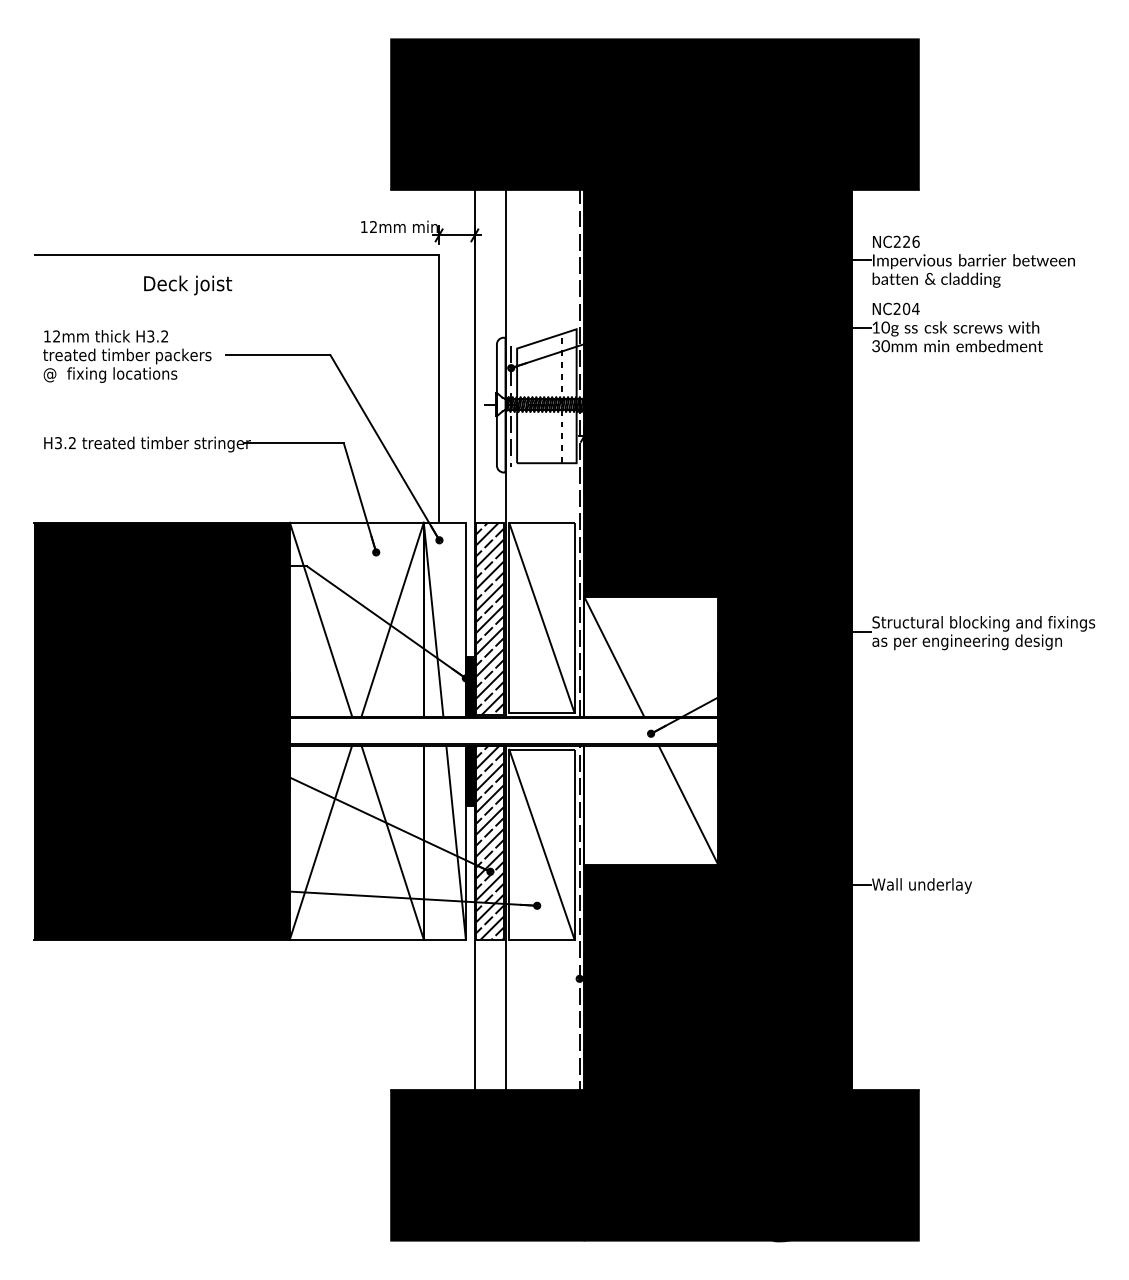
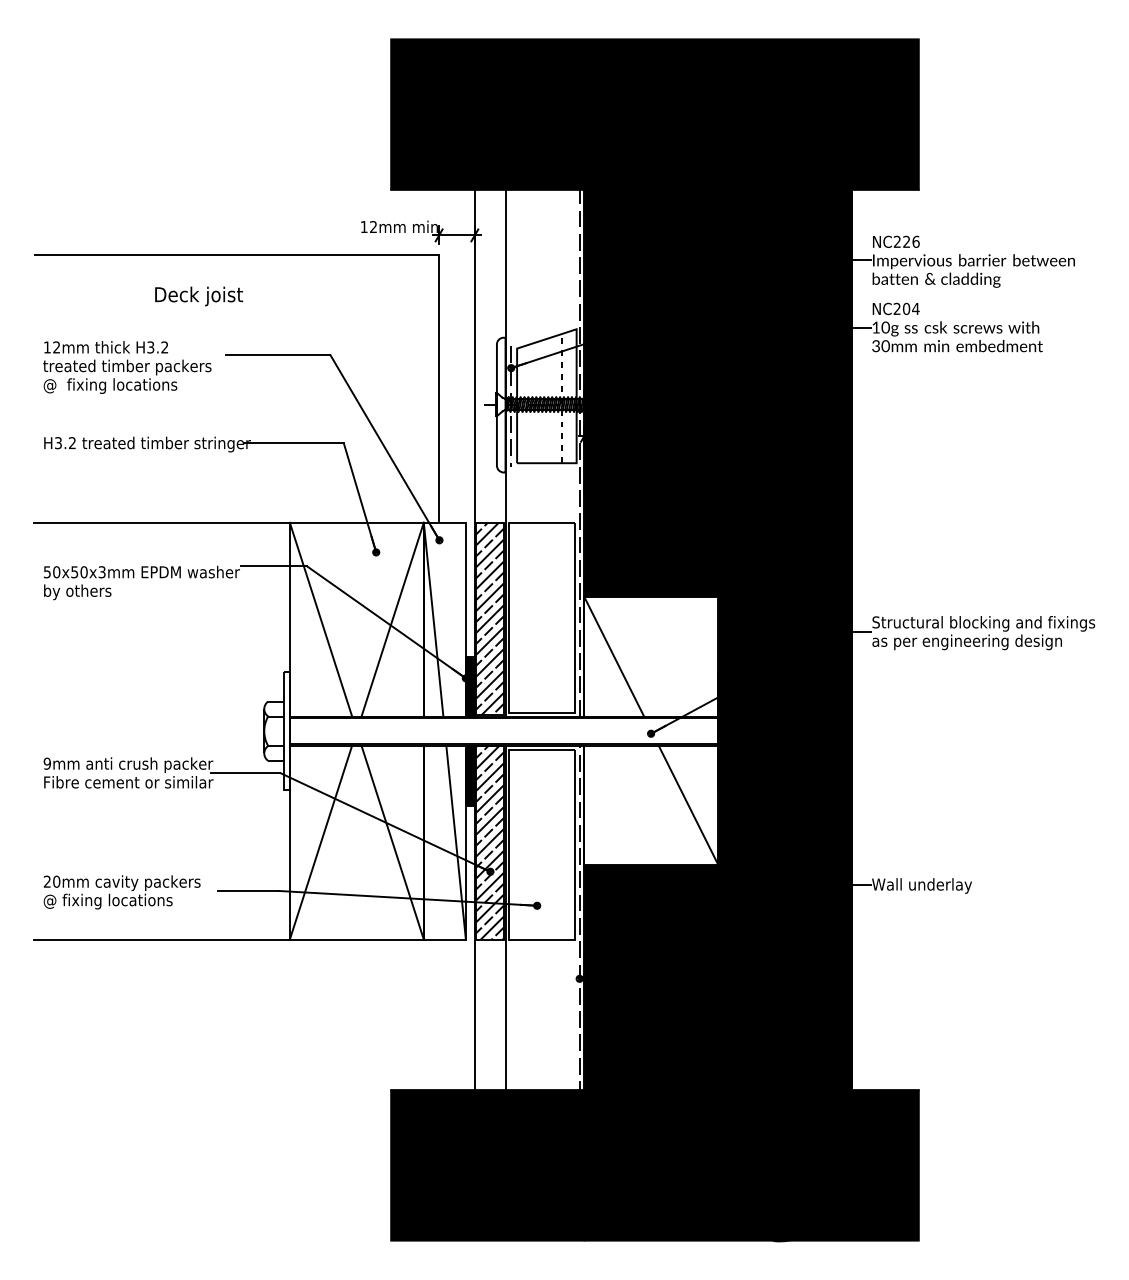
text at (188, 285) position: (188, 285) -> (199, 296)
text at (127, 356) position: (127, 356) -> (127, 367)
line at (541, 617): present -> none
fill at (161, 730): present -> none
line at (541, 844): present -> none
